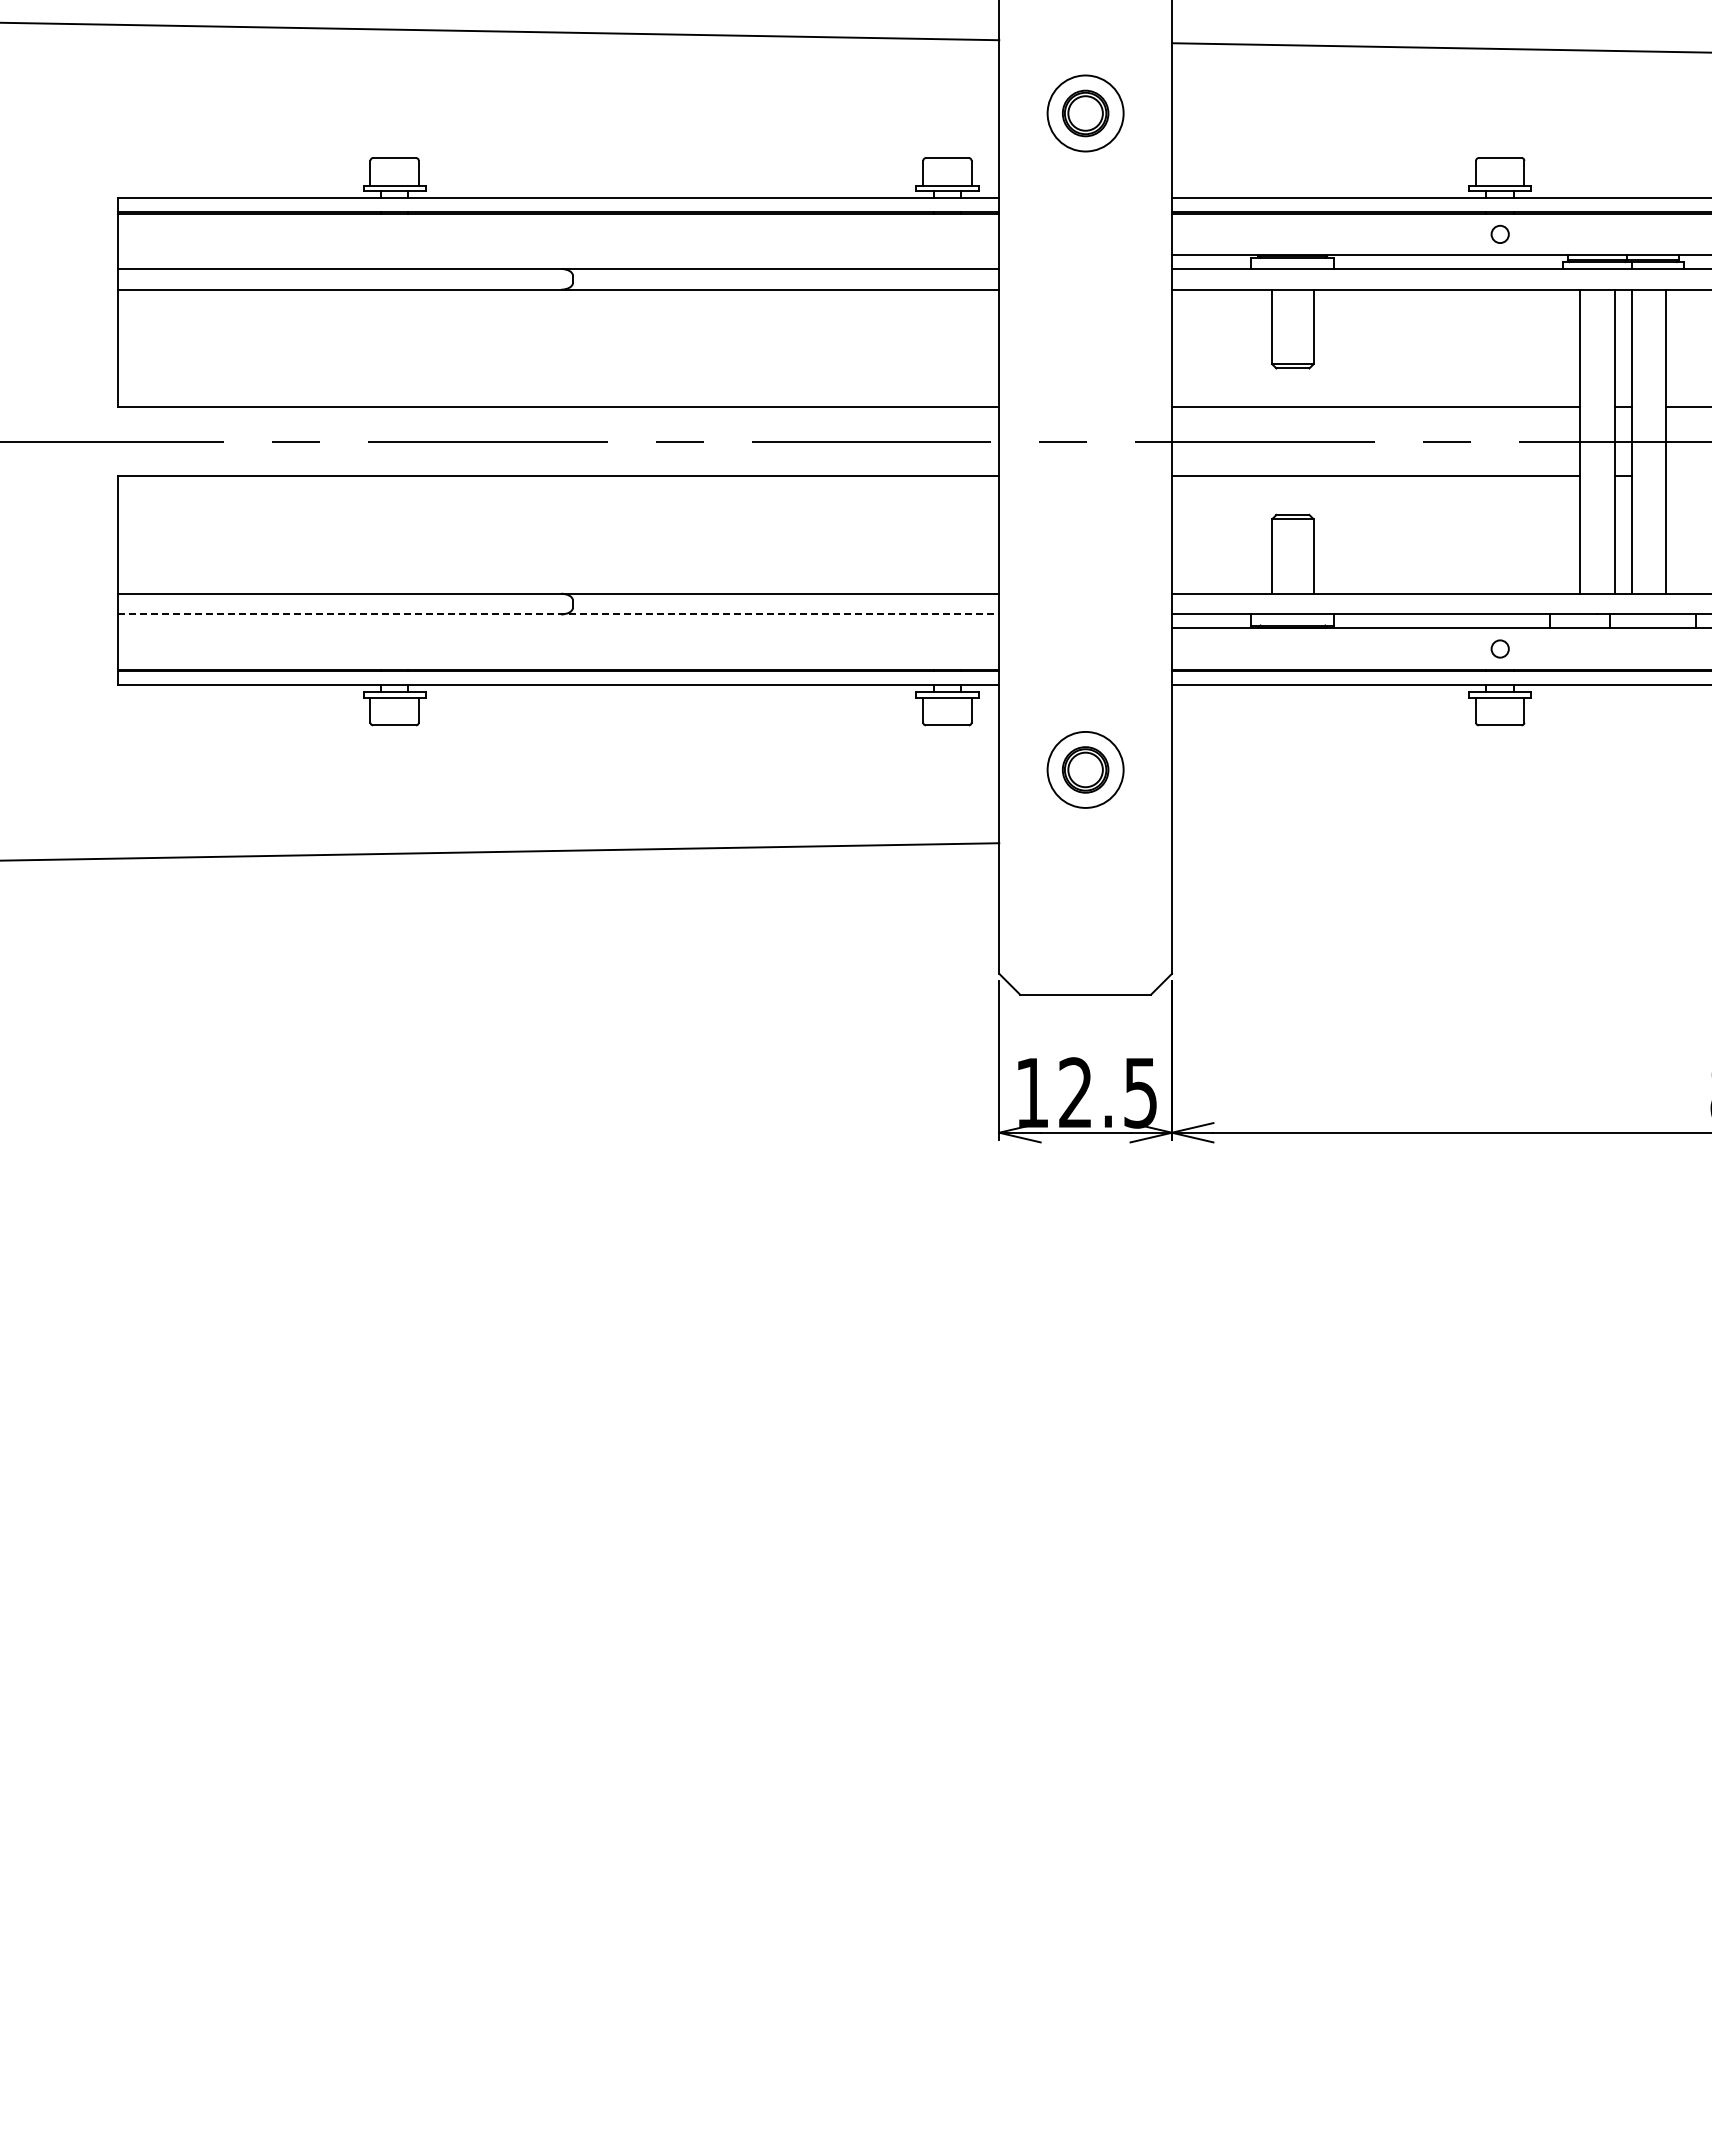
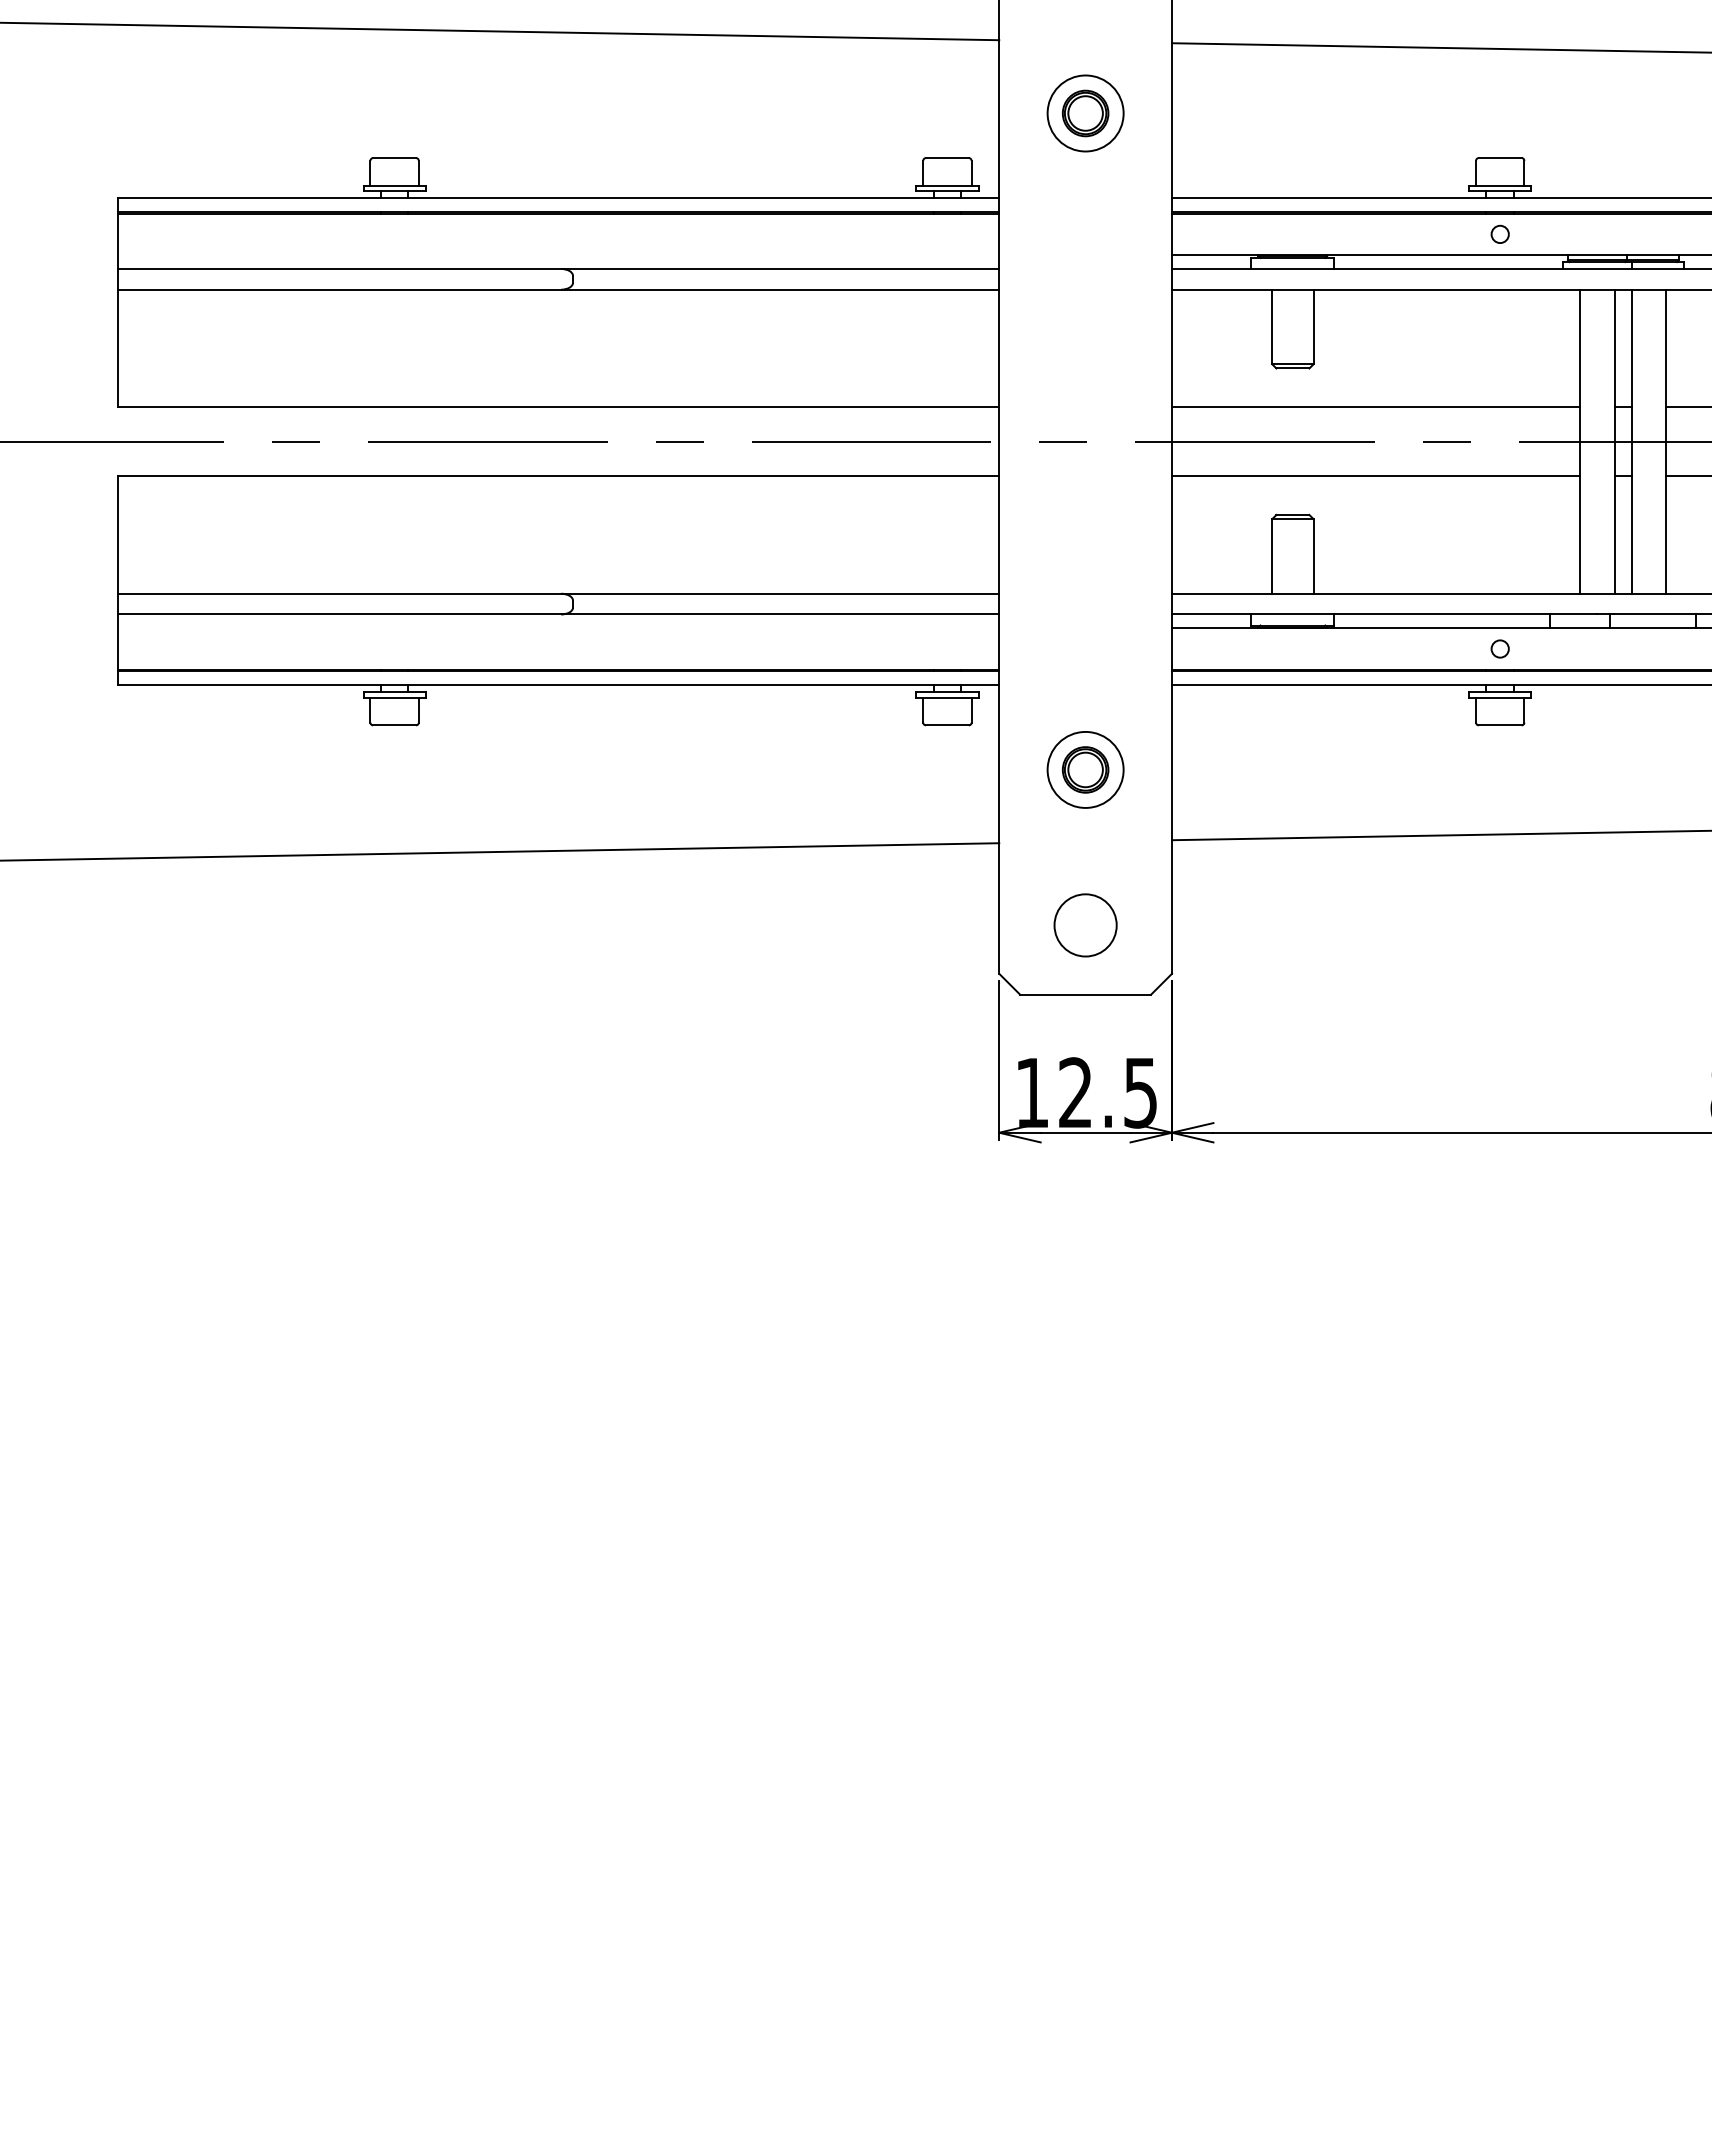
line at (1687, 476): none -> present
line at (558, 614): dashed -> solid
line at (1440, 835): none -> present
circle at (1085, 925): none -> present
